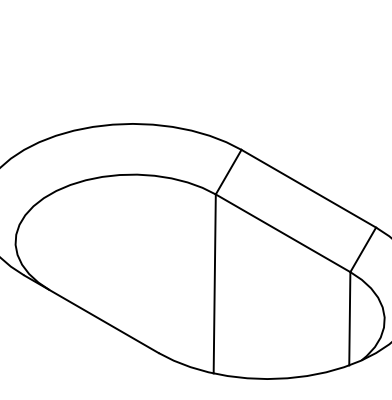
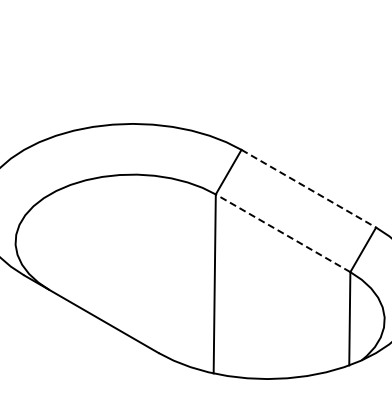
line at (308, 188): solid -> dashed
line at (283, 233): solid -> dashed
